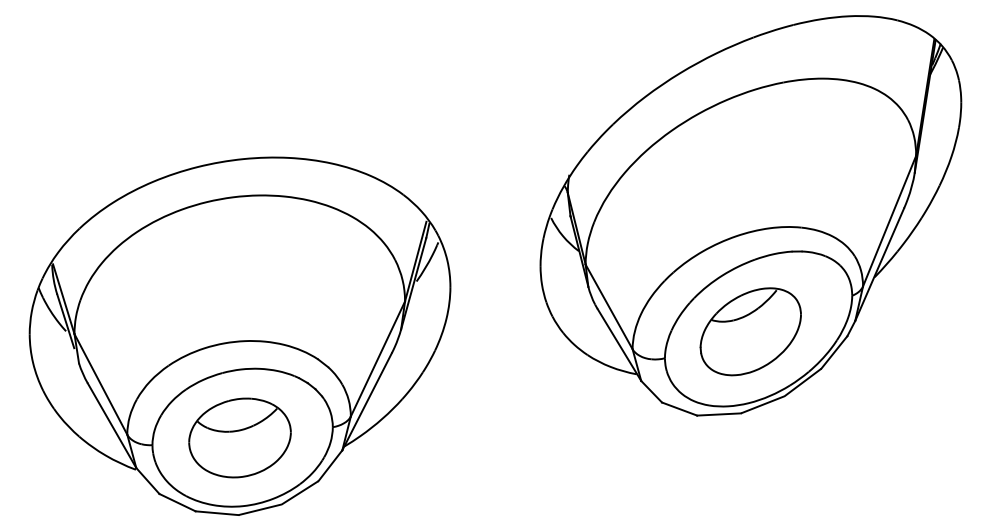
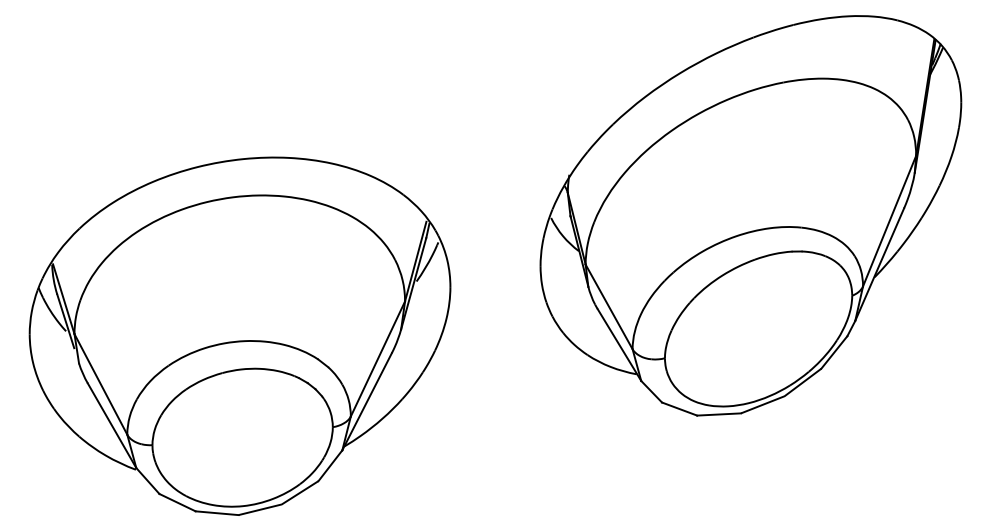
part at (750, 331): present -> none
part at (239, 437): present -> none
